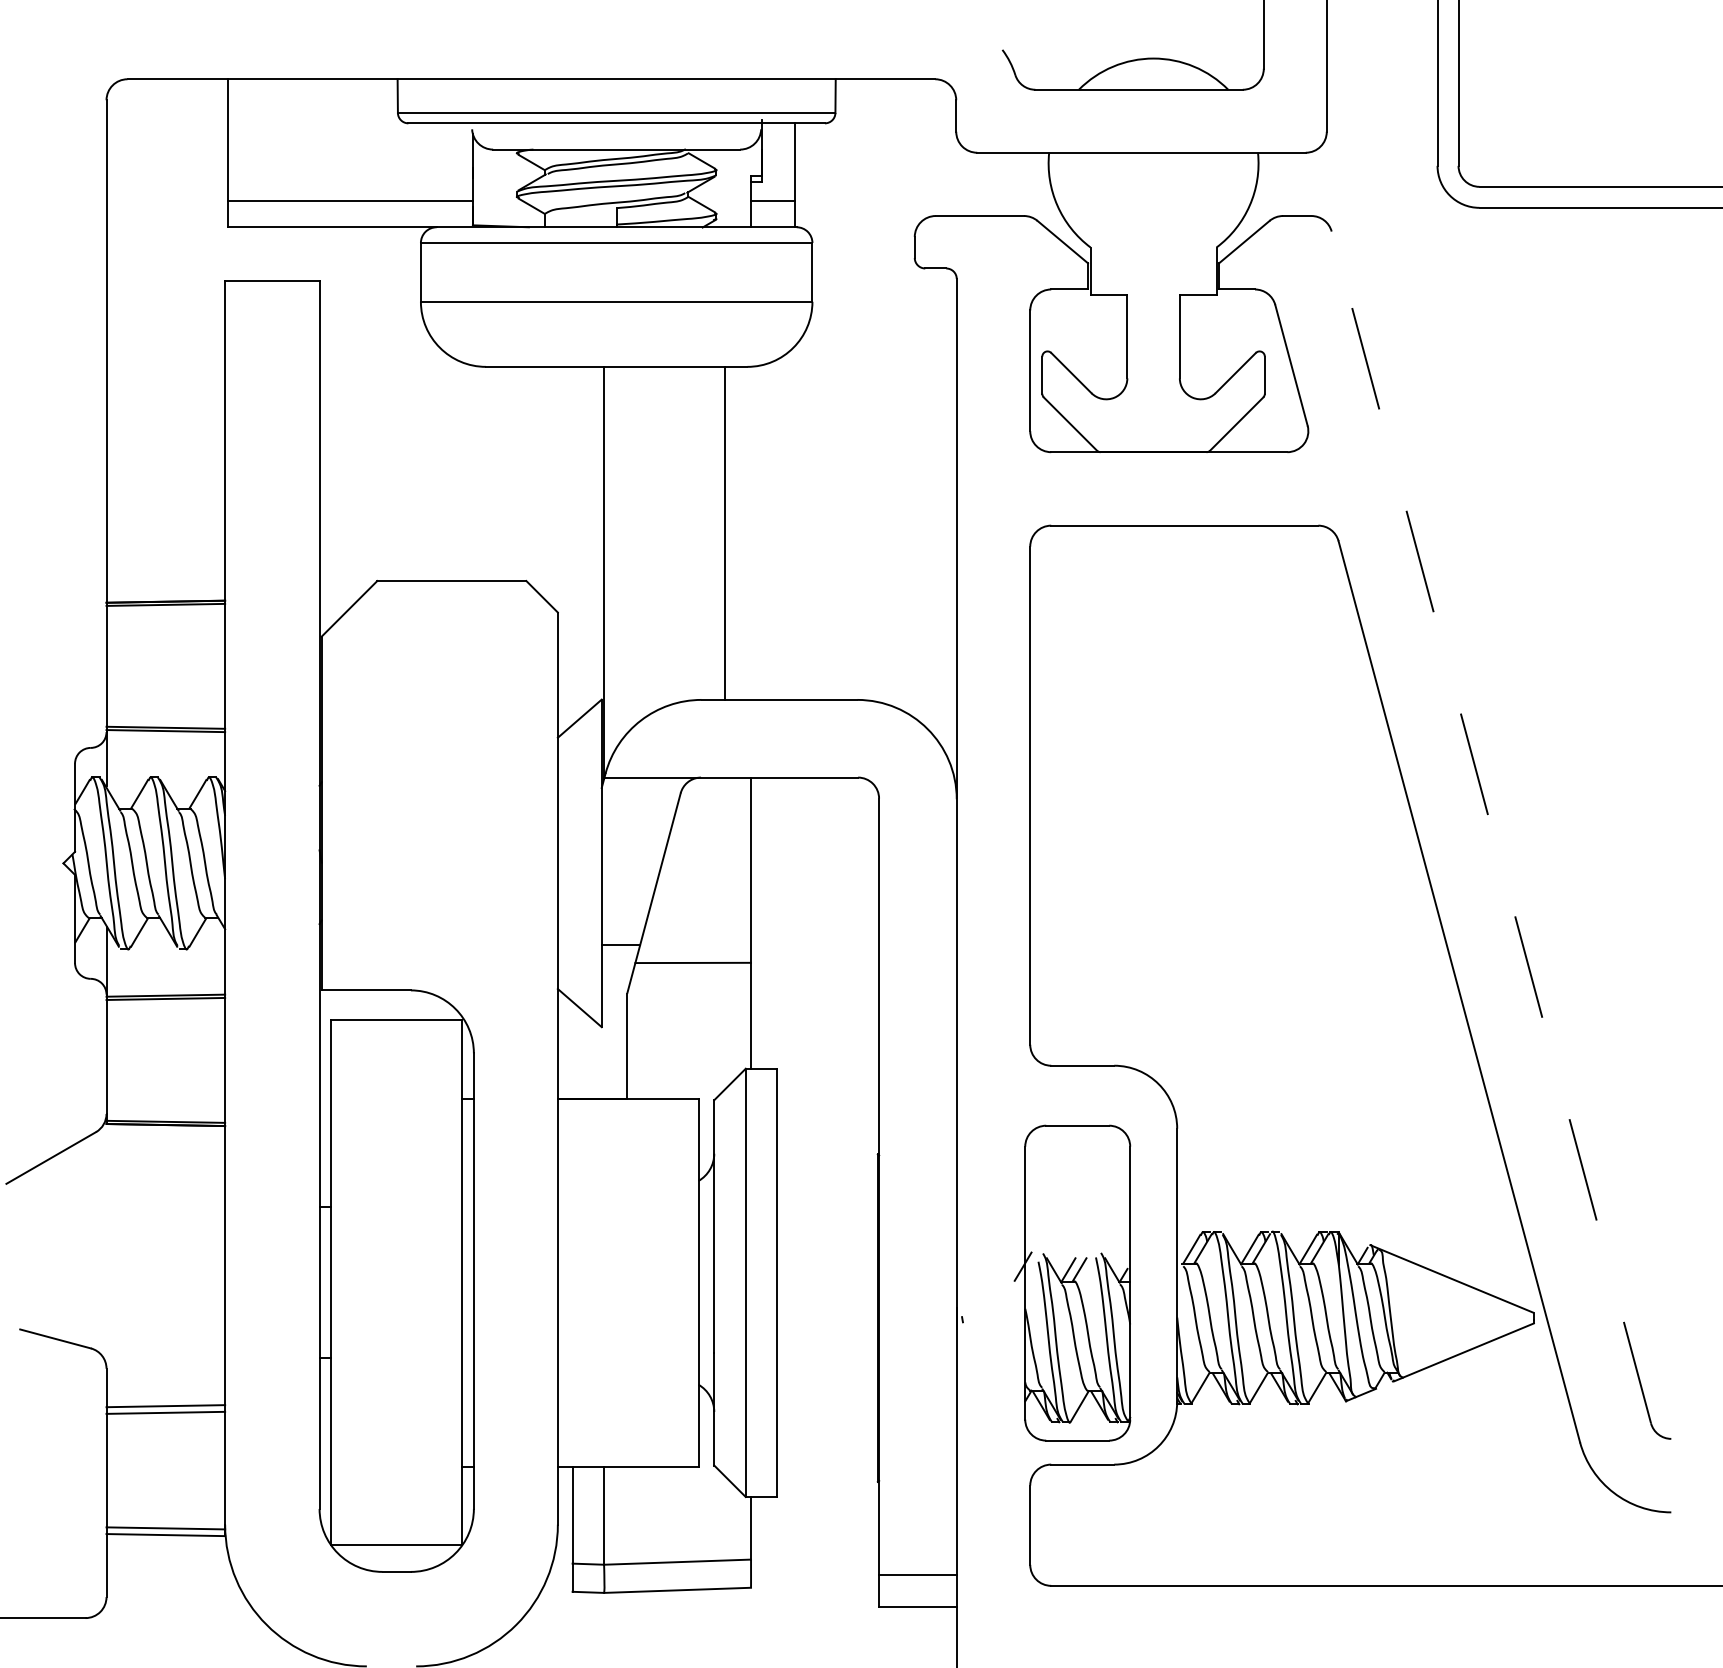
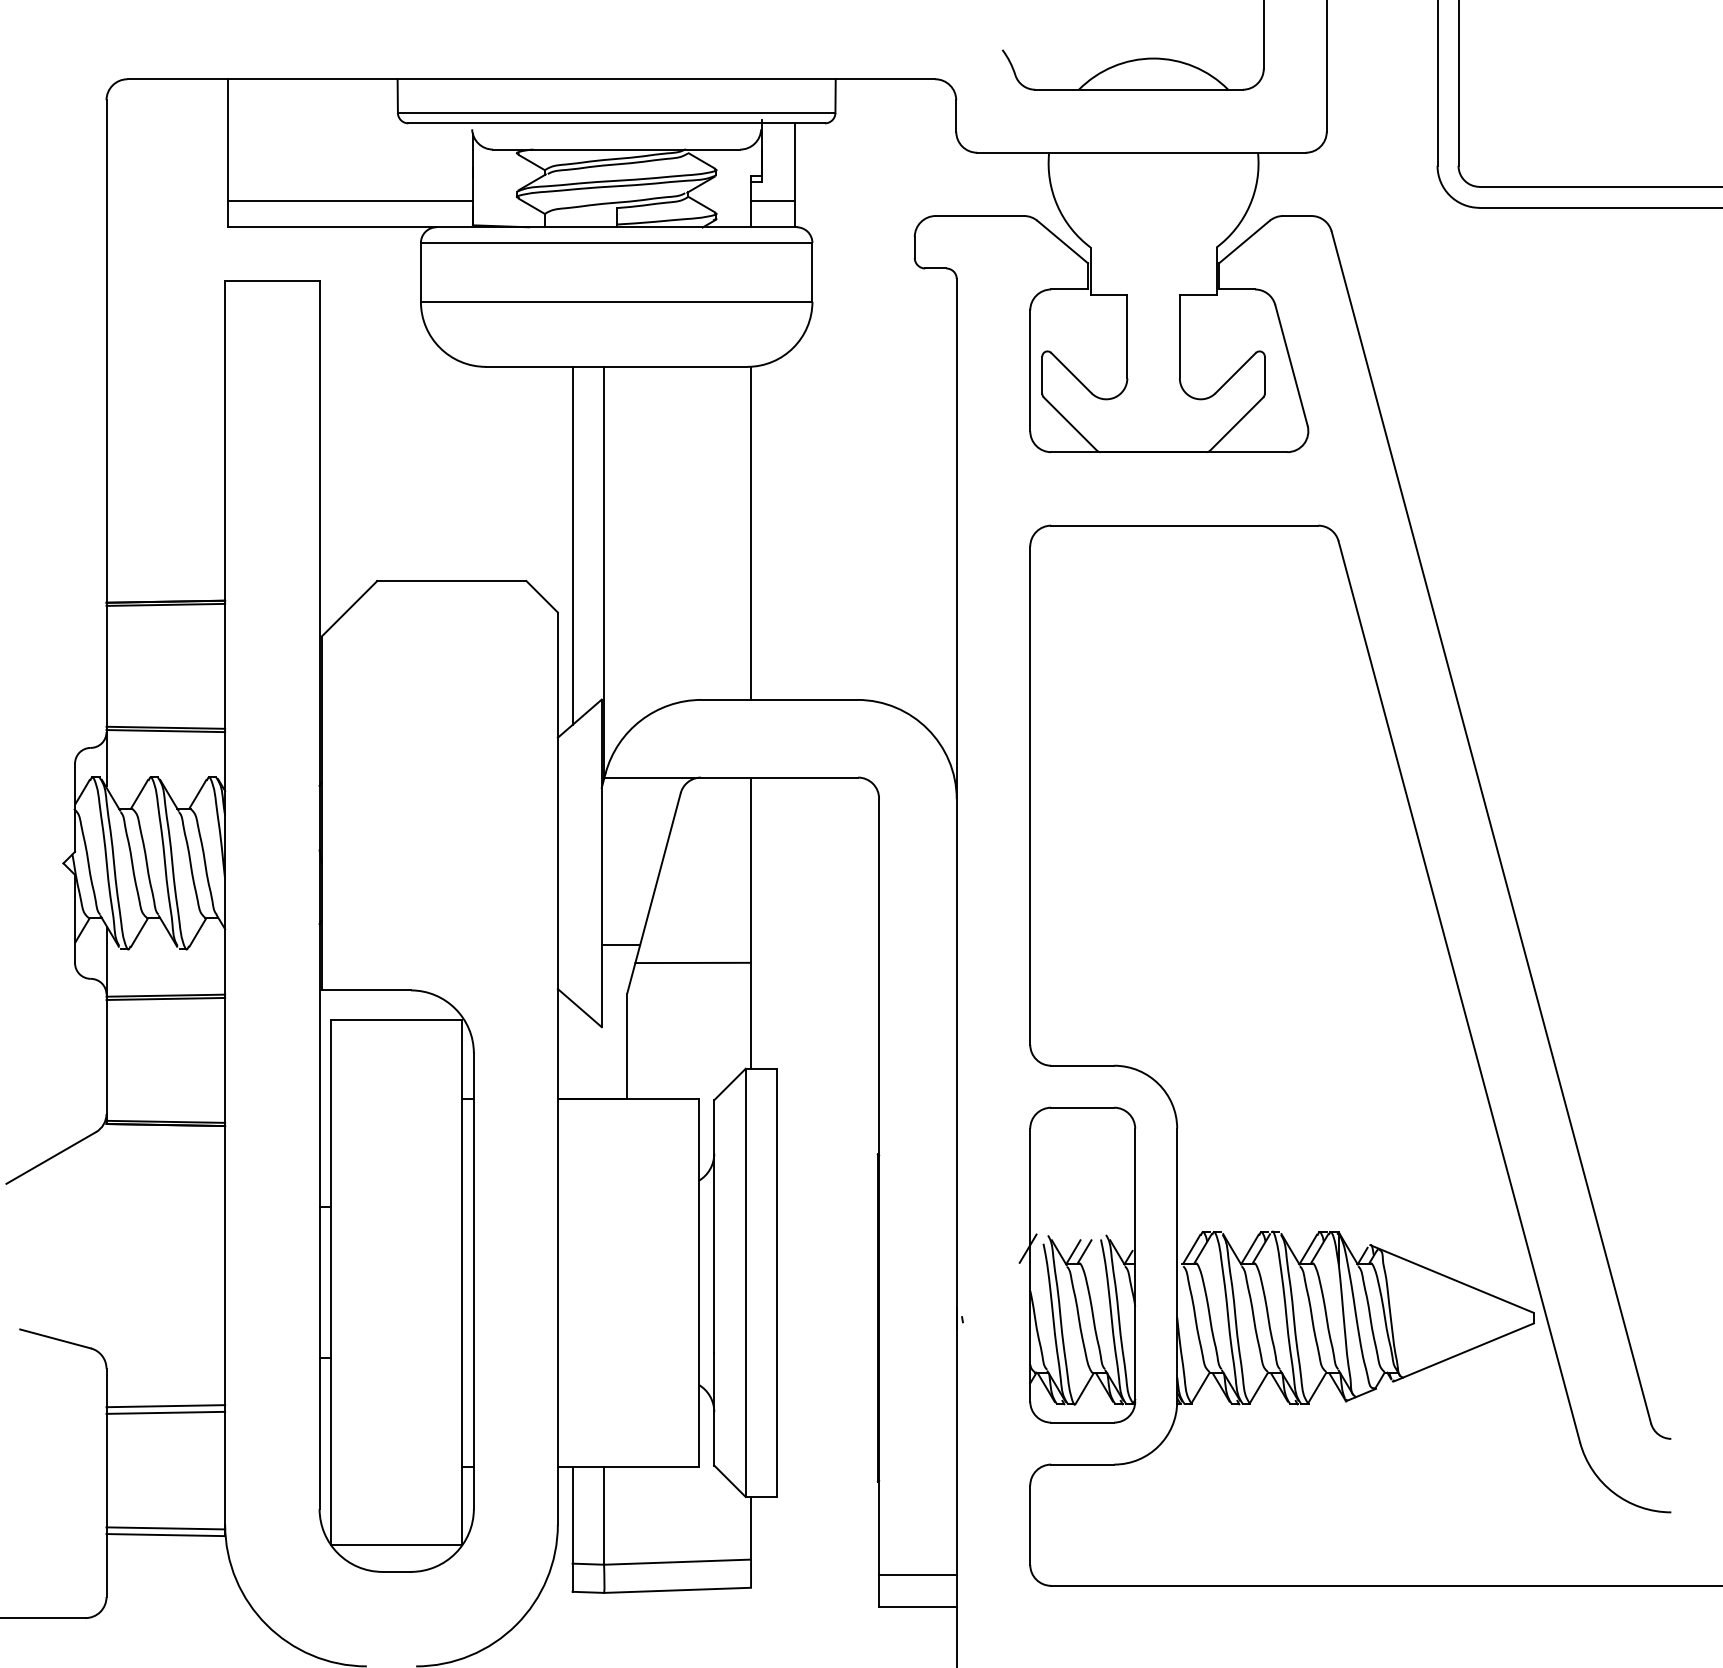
line at (725, 532) position: (725, 532) -> (751, 532)
line at (572, 545): none -> present
line at (1491, 827): dashed -> solid
part at (1072, 1282) position: (1072, 1282) -> (1077, 1264)
